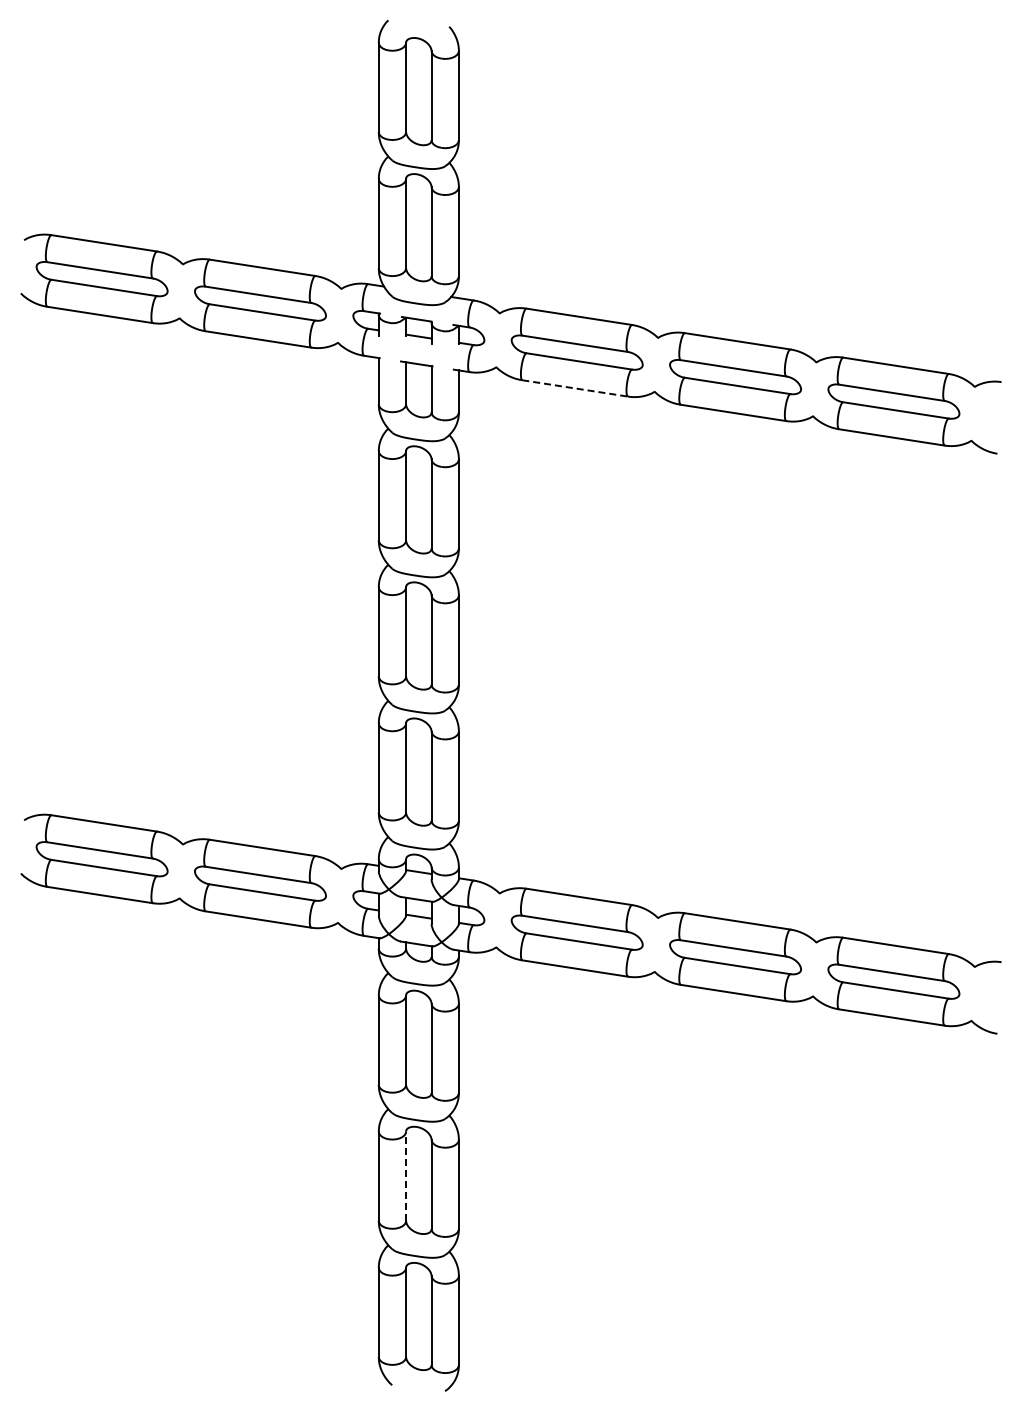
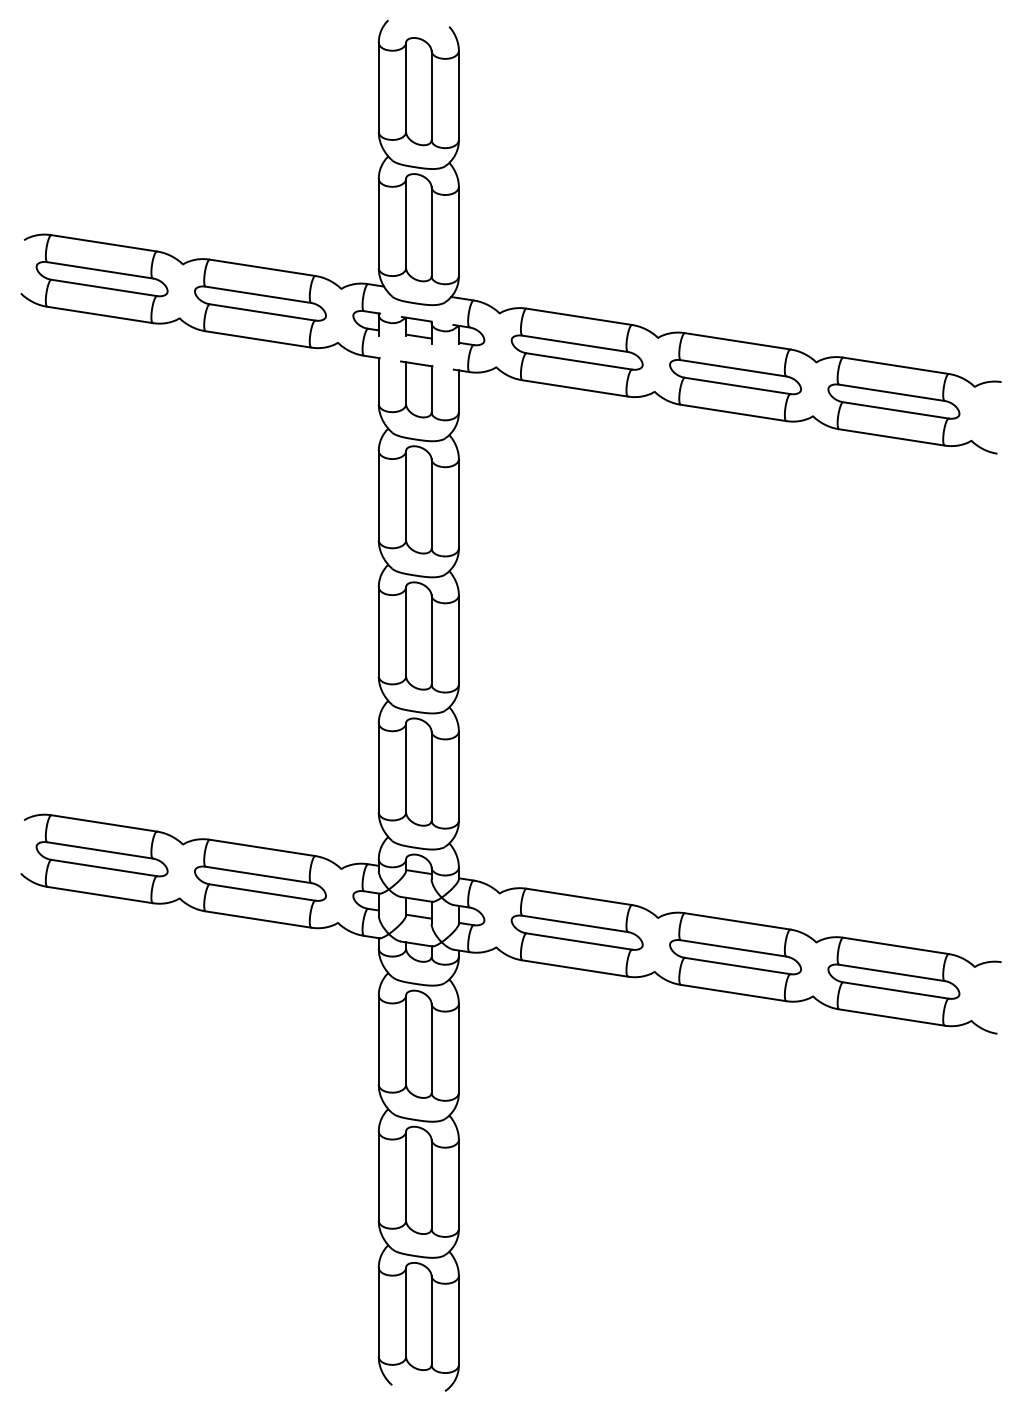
line at (575, 388): dashed -> solid
line at (406, 1176): dashed -> solid
